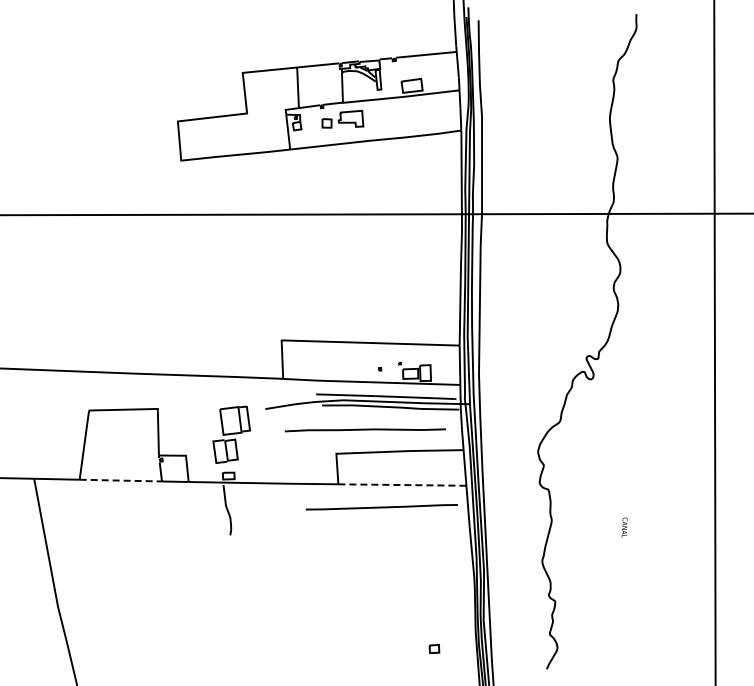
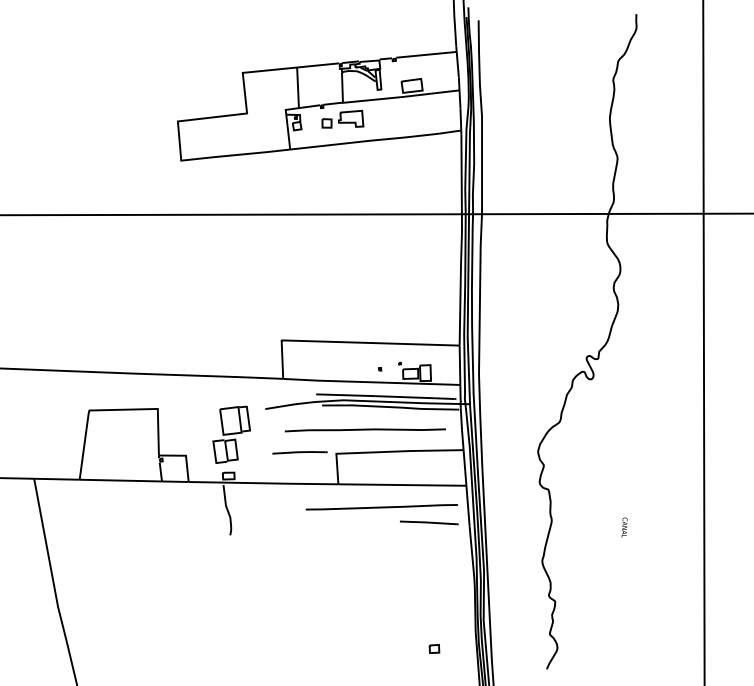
line at (714, 342) position: (714, 342) -> (703, 342)
line at (299, 452): none -> present
line at (121, 480): dashed -> solid
line at (402, 485): dashed -> solid
line at (429, 522): none -> present
